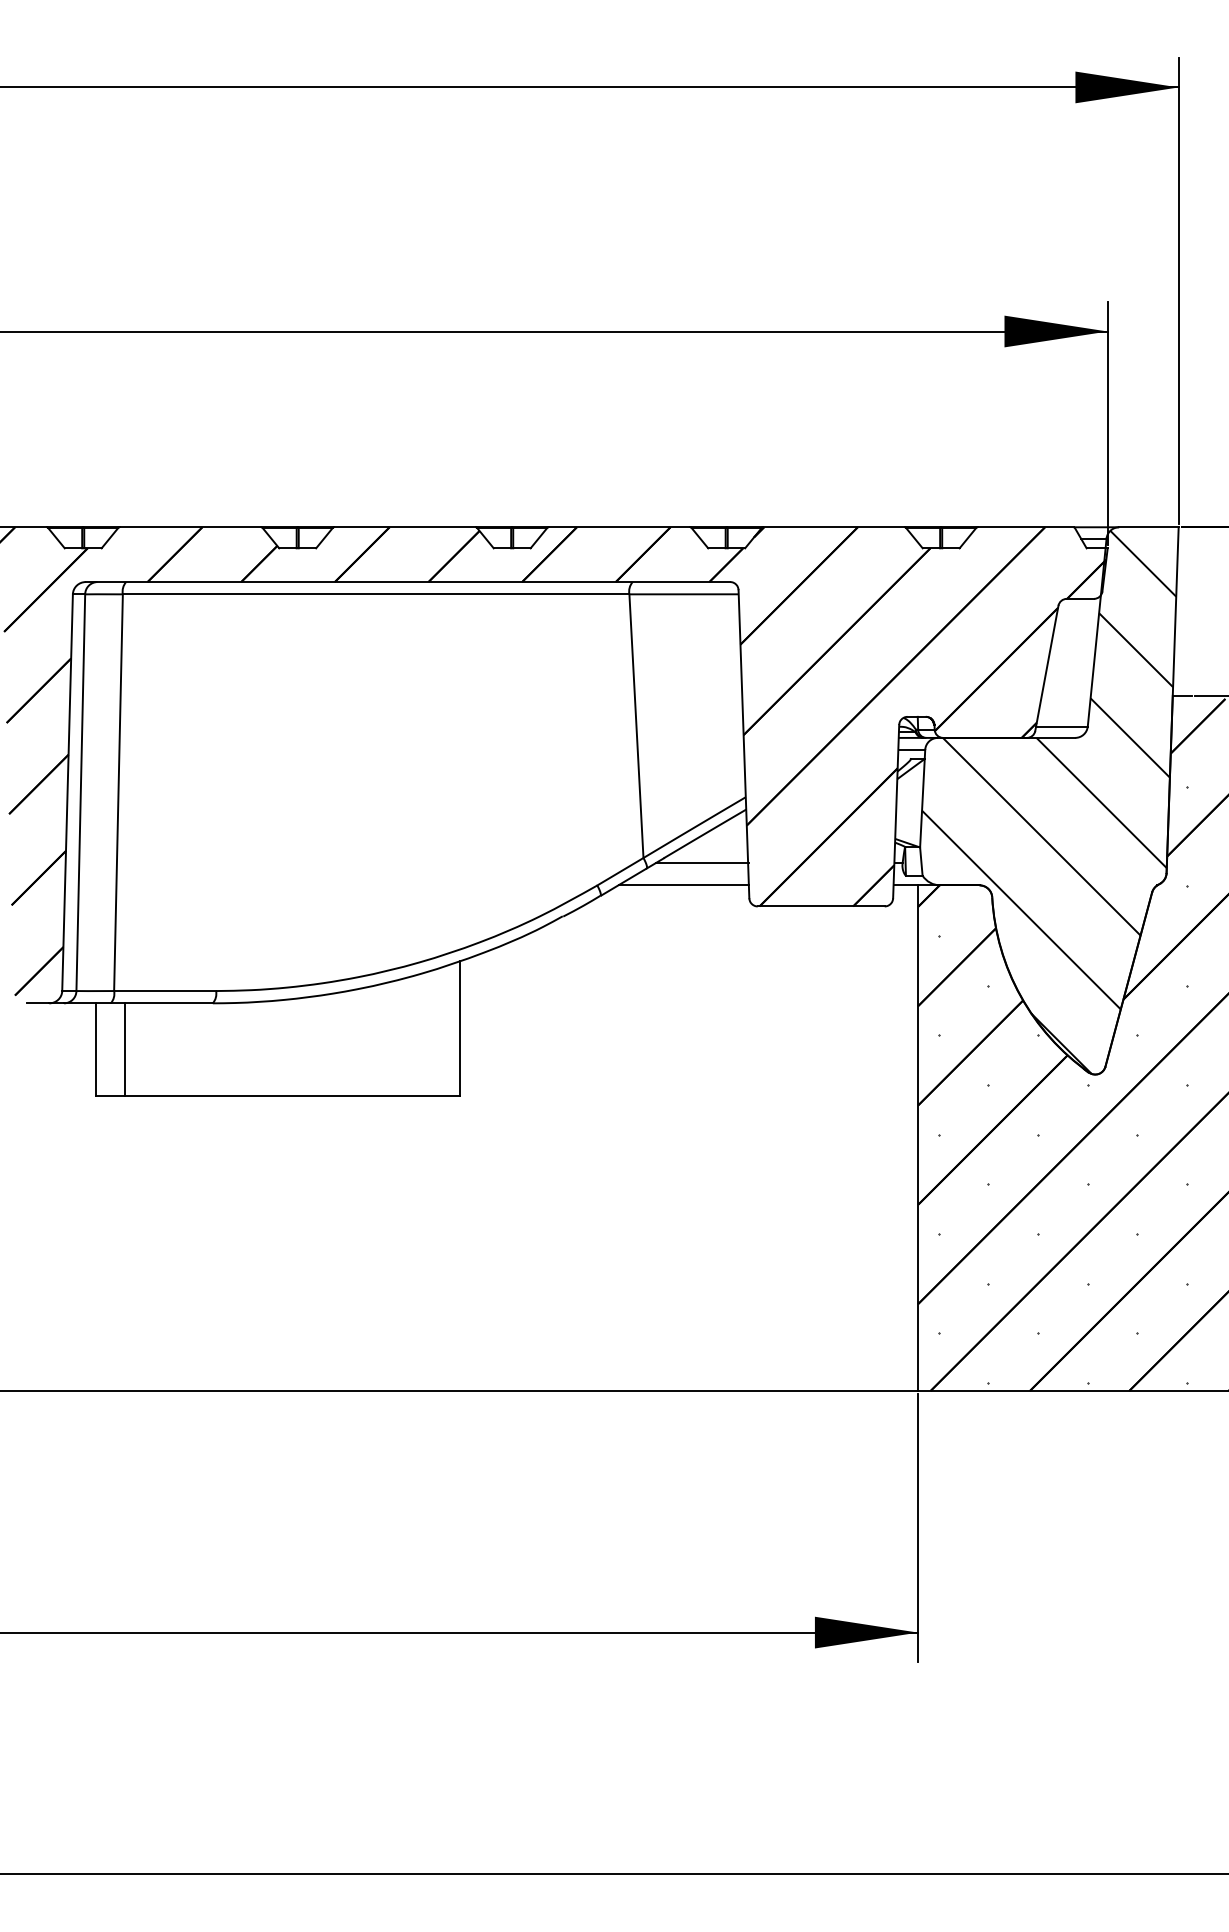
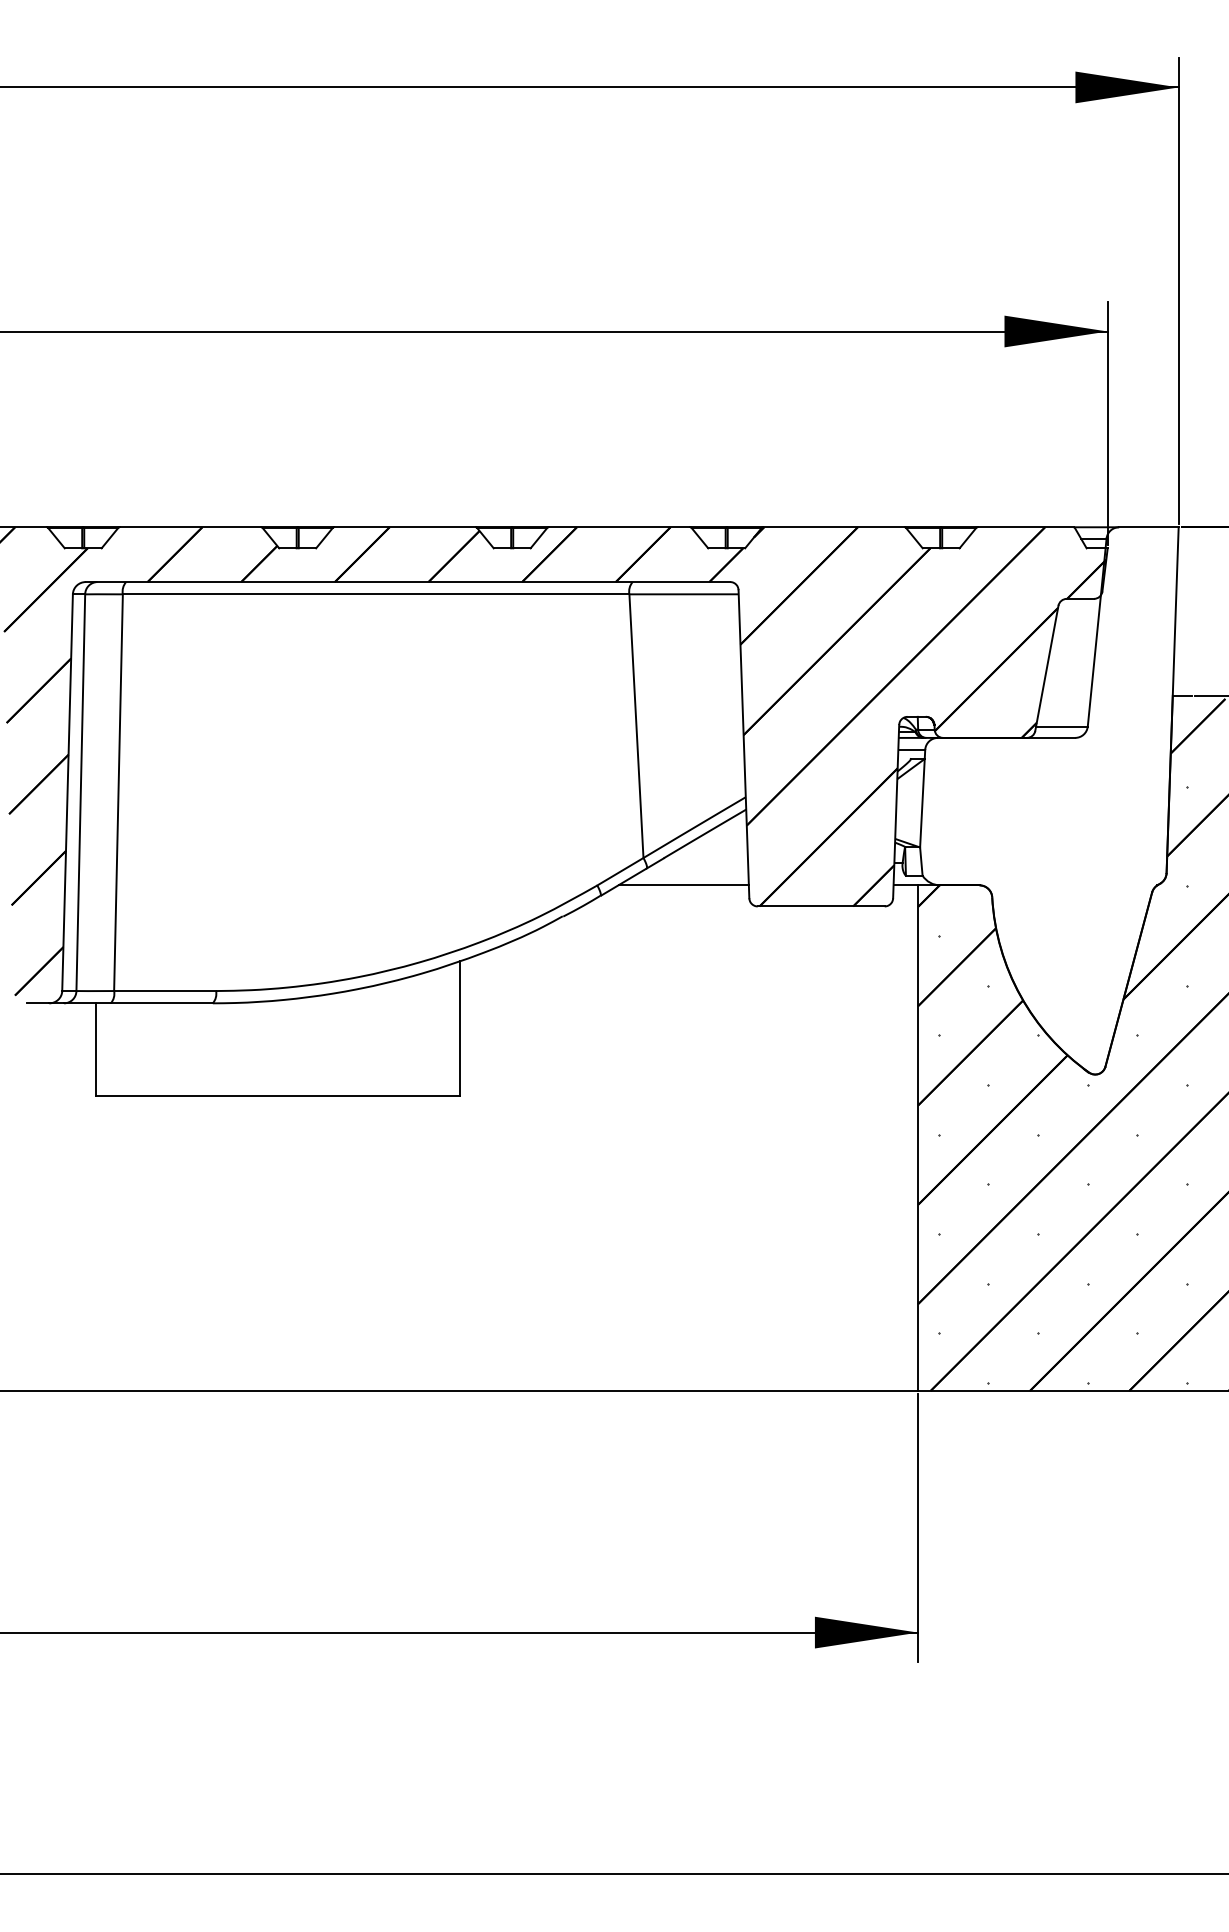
hatch at (1049, 801): present -> none
line at (702, 863): present -> none
line at (125, 1049): present -> none
